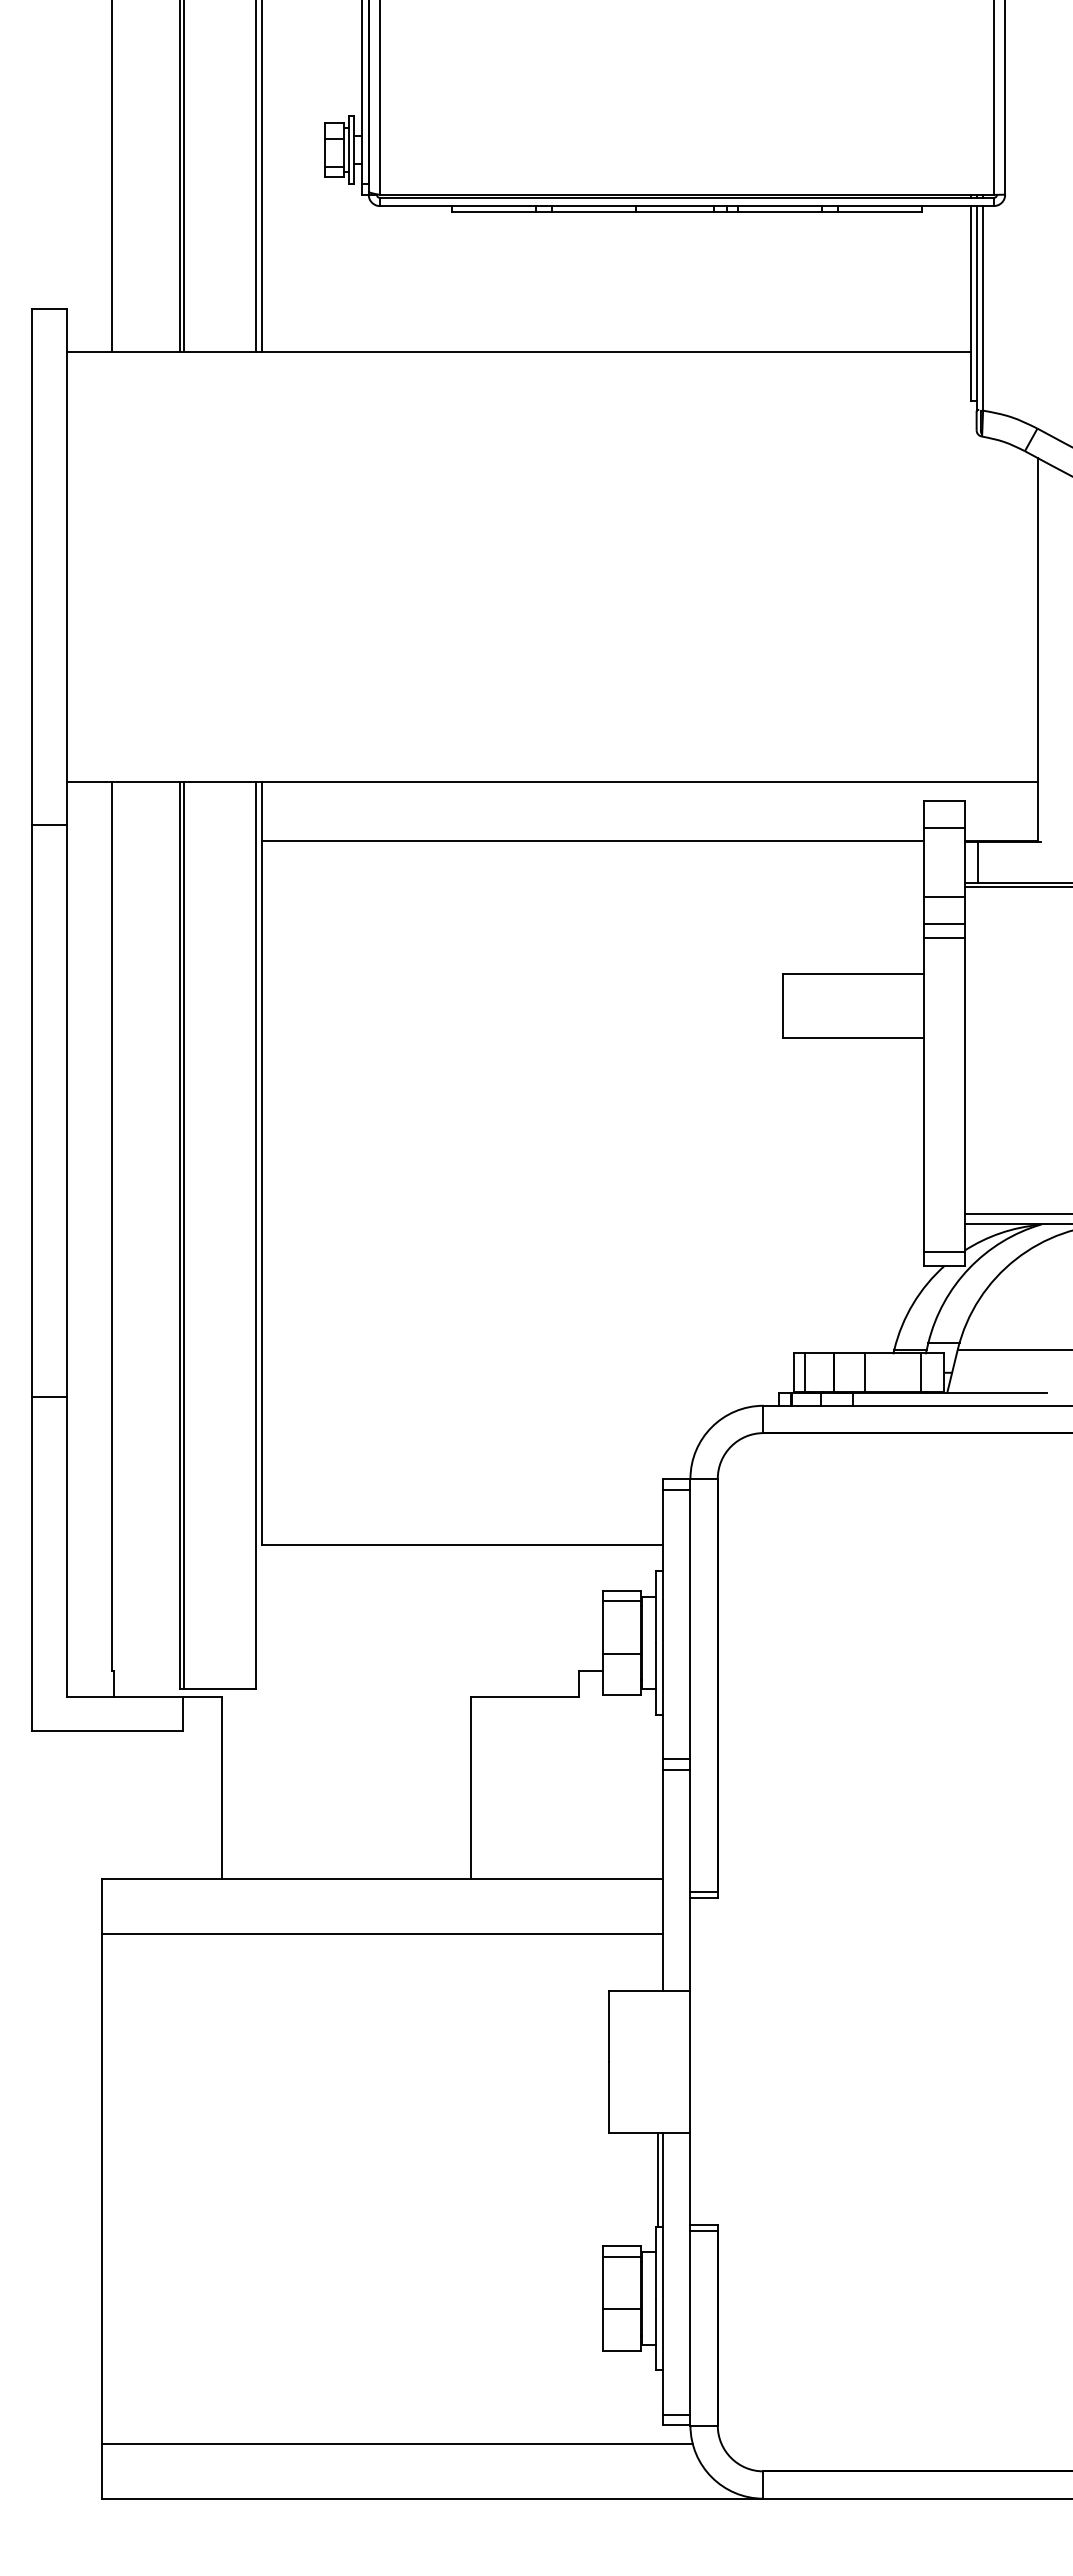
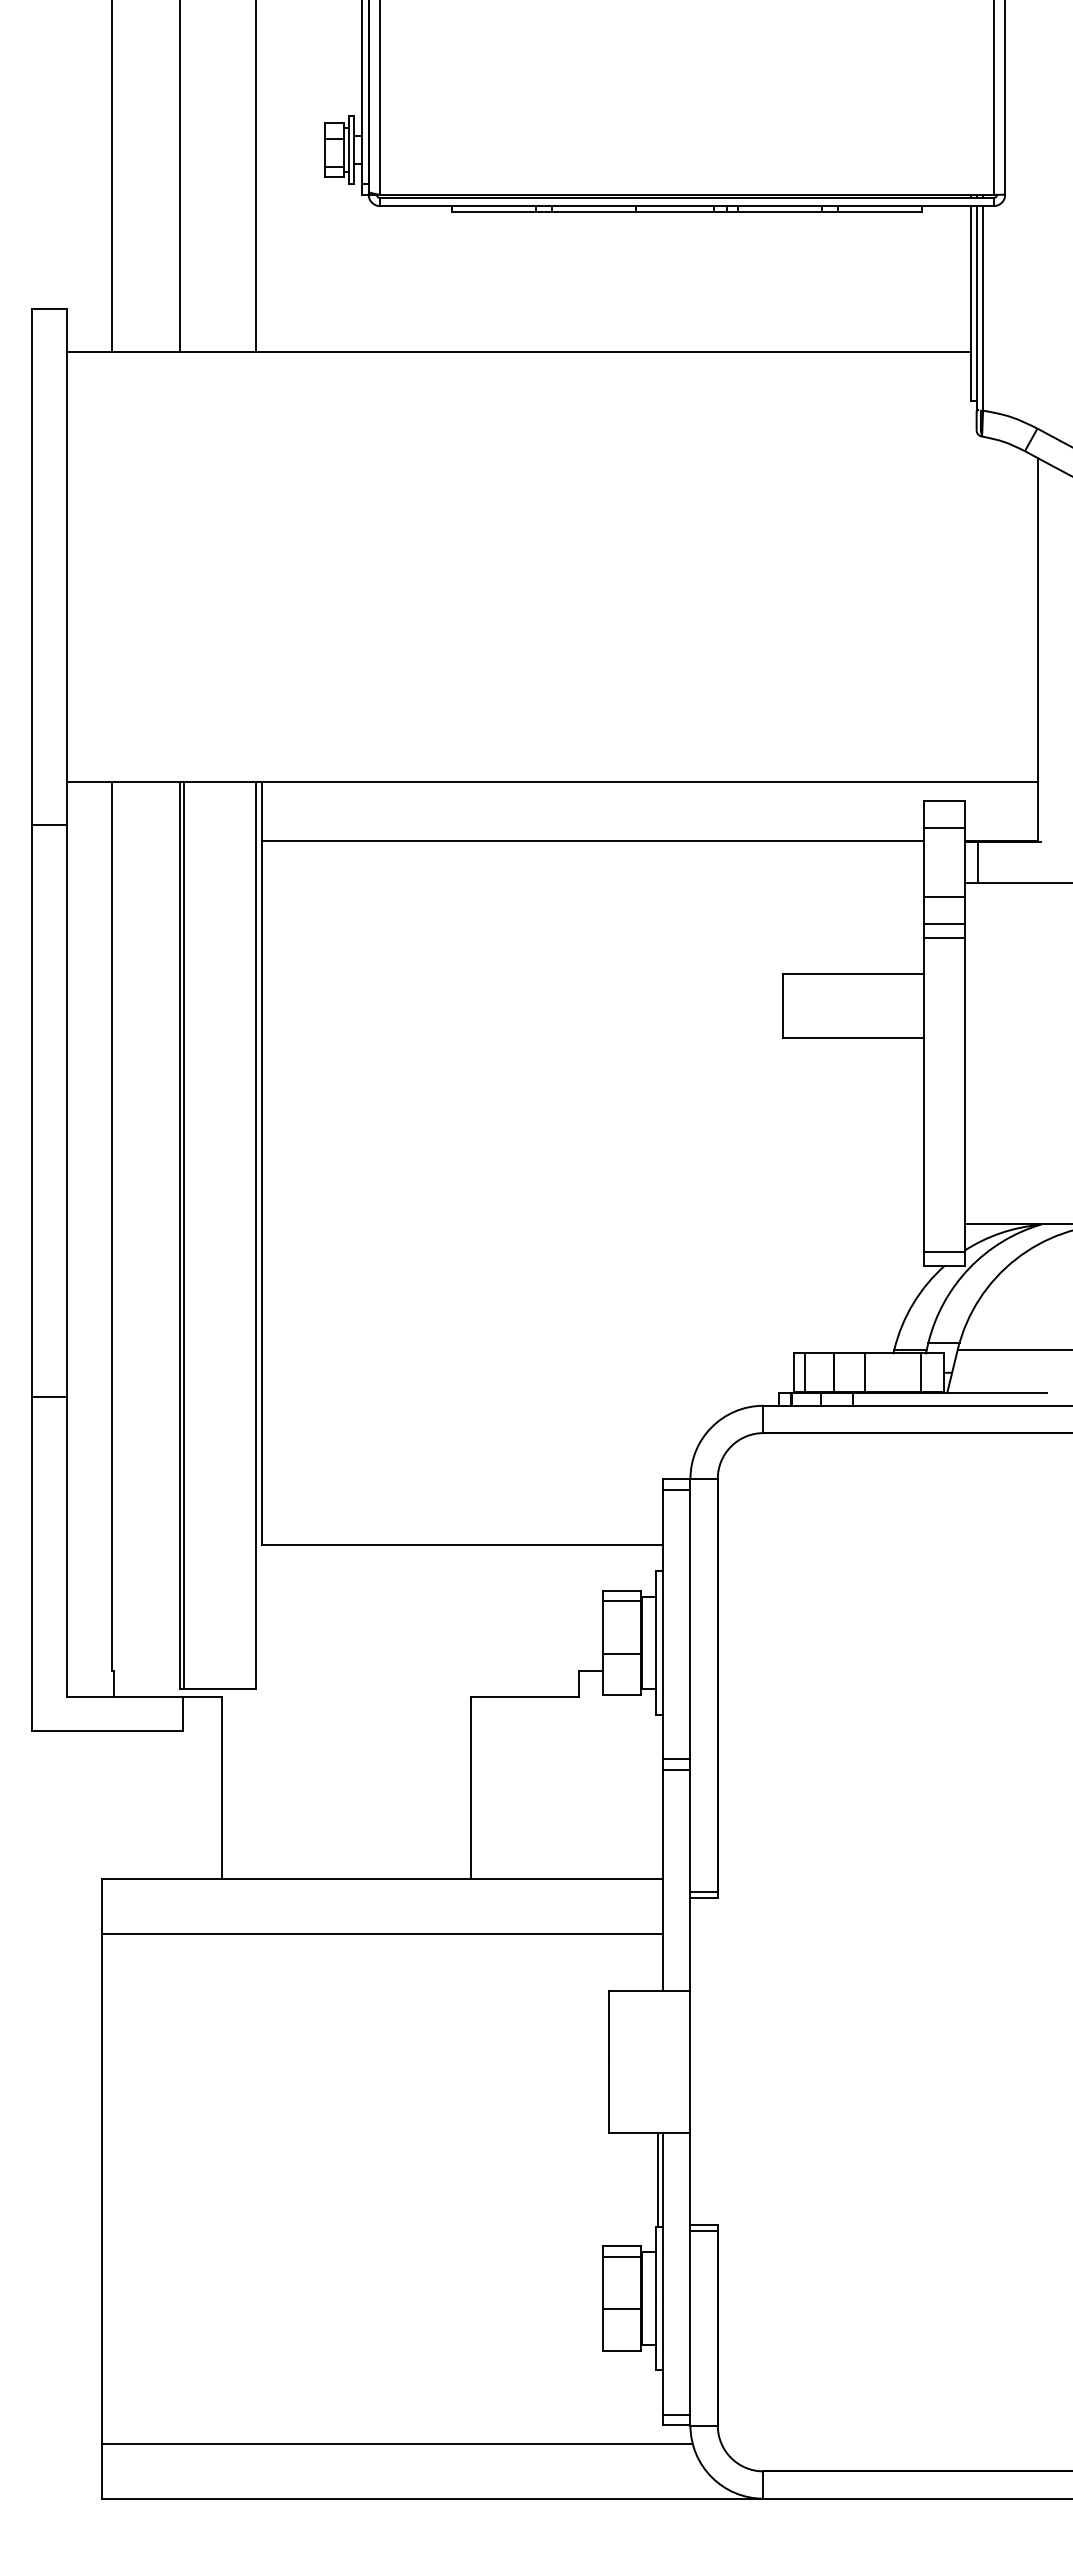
line at (184, 176): present -> none
line at (262, 176): present -> none
line at (1016, 887): present -> none
line at (1016, 1214): present -> none
